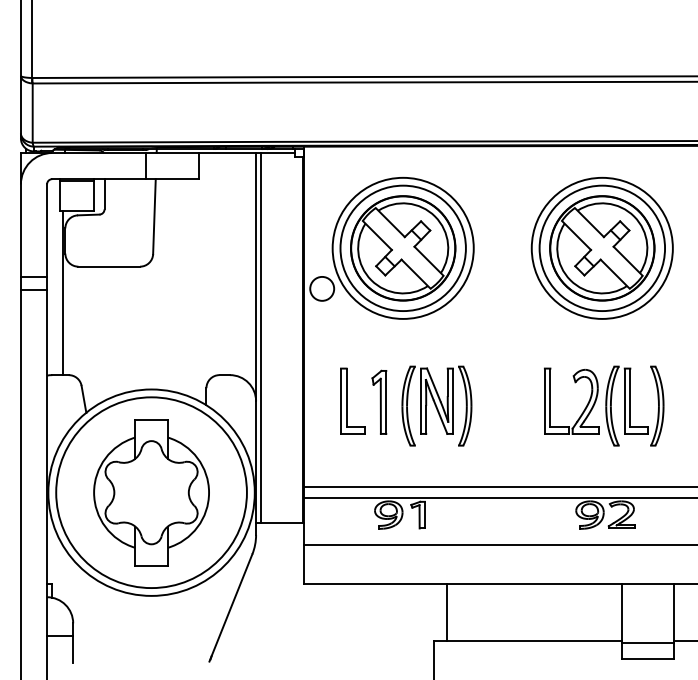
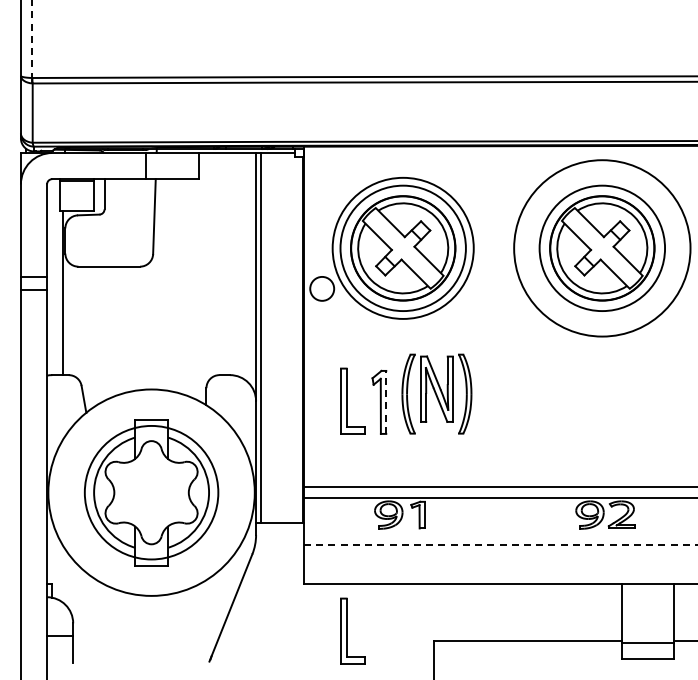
line at (32, 39): solid -> dashed
circle at (601, 247) diameter: 141 px -> 176 px
line at (386, 401): solid -> dashed
part at (436, 405) position: (436, 405) -> (436, 393)
part at (604, 405): present -> none
circle at (151, 492) diameter: 191 px -> 134 px
line at (500, 544): solid -> dashed
line at (446, 612): present -> none
part at (352, 630): none -> present
